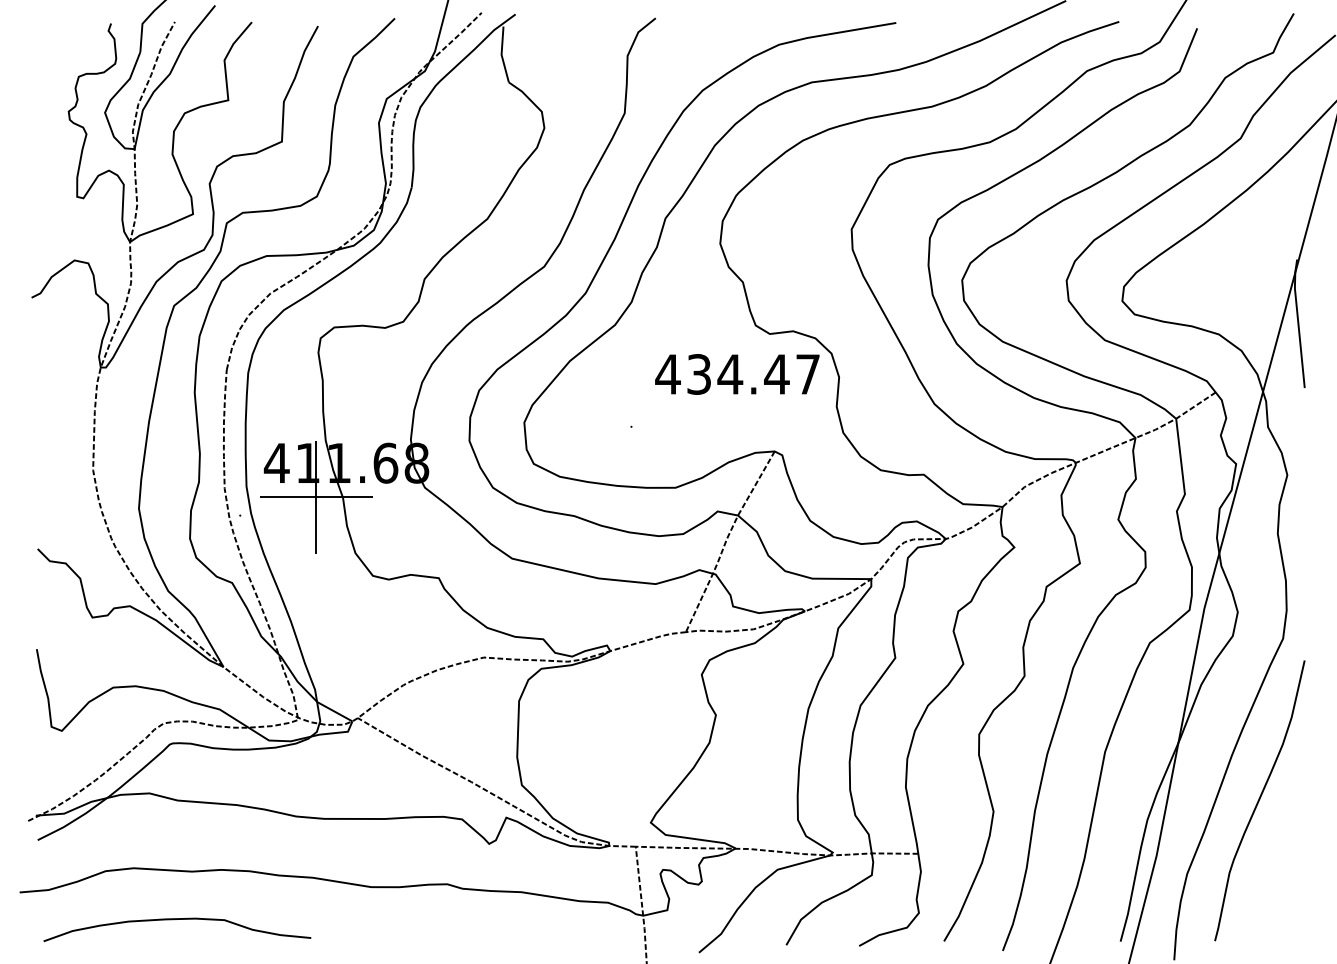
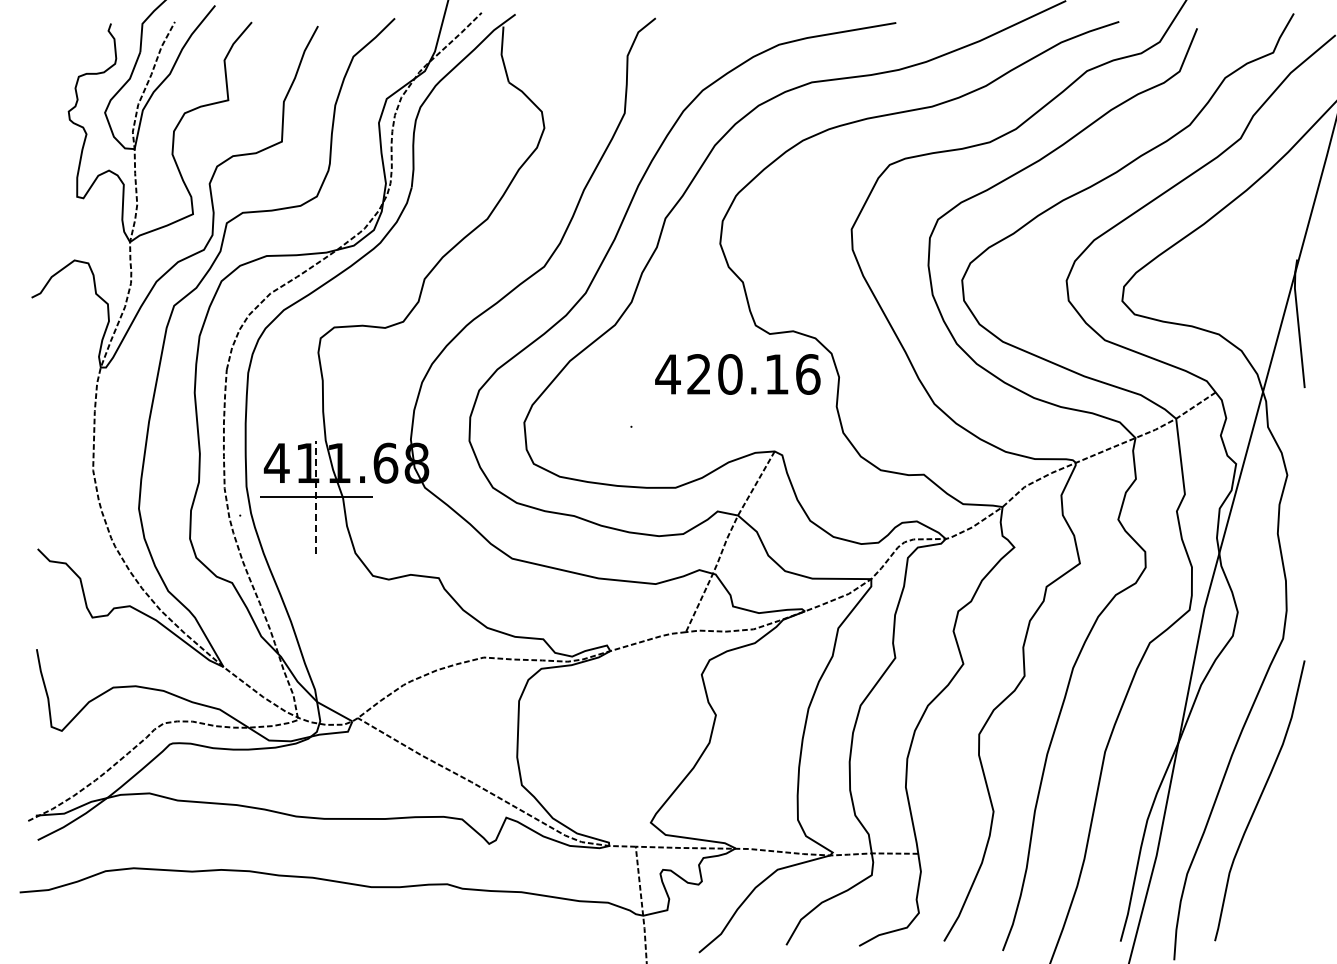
text at (753, 374): 434.47 -> 420.16
line at (316, 497): solid -> dashed
curve at (173, 920): present -> none
